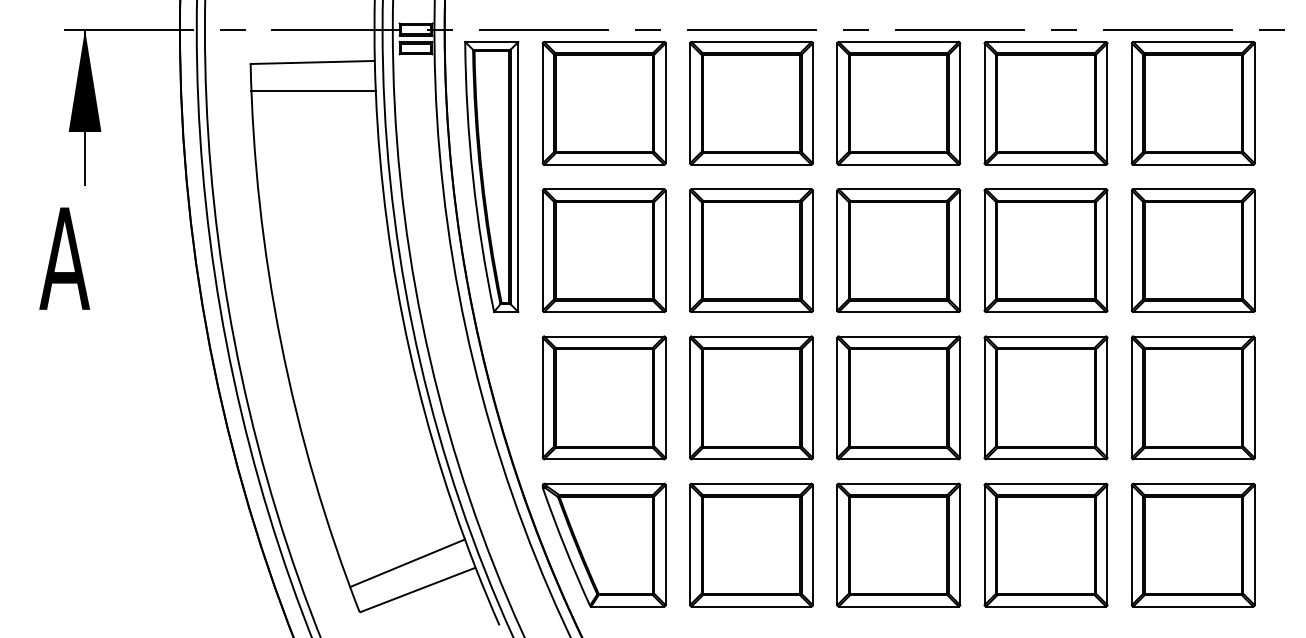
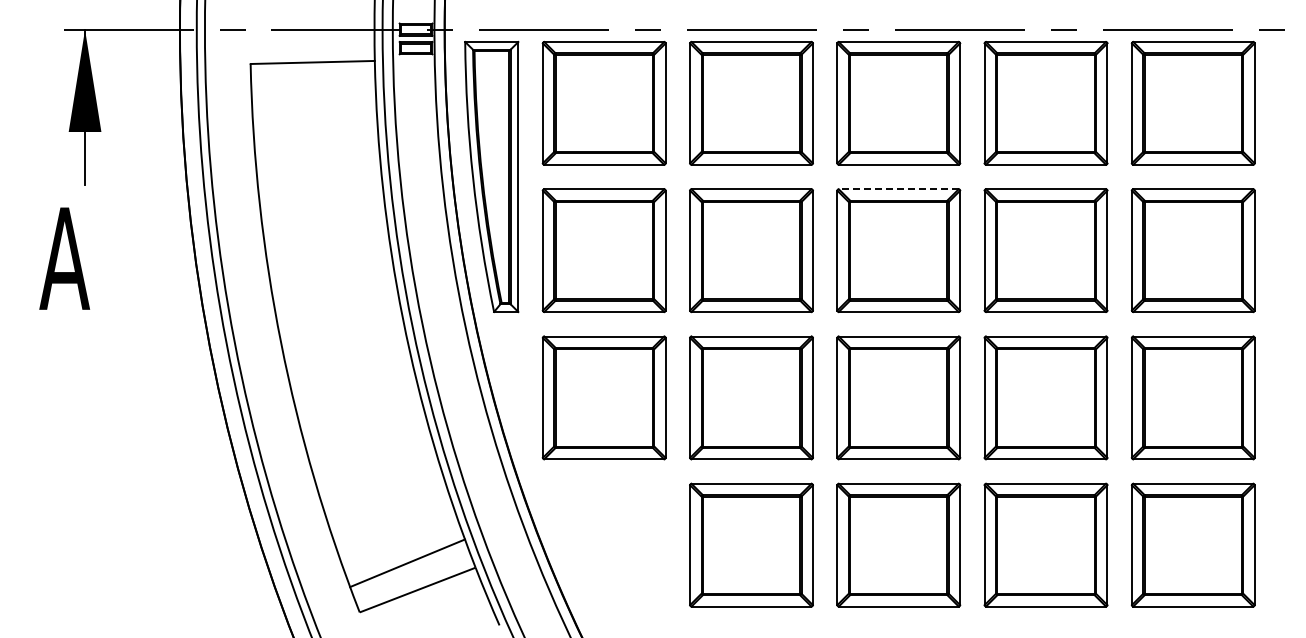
line at (313, 91): present -> none
line at (898, 189): solid -> dashed
part at (603, 544): present -> none
